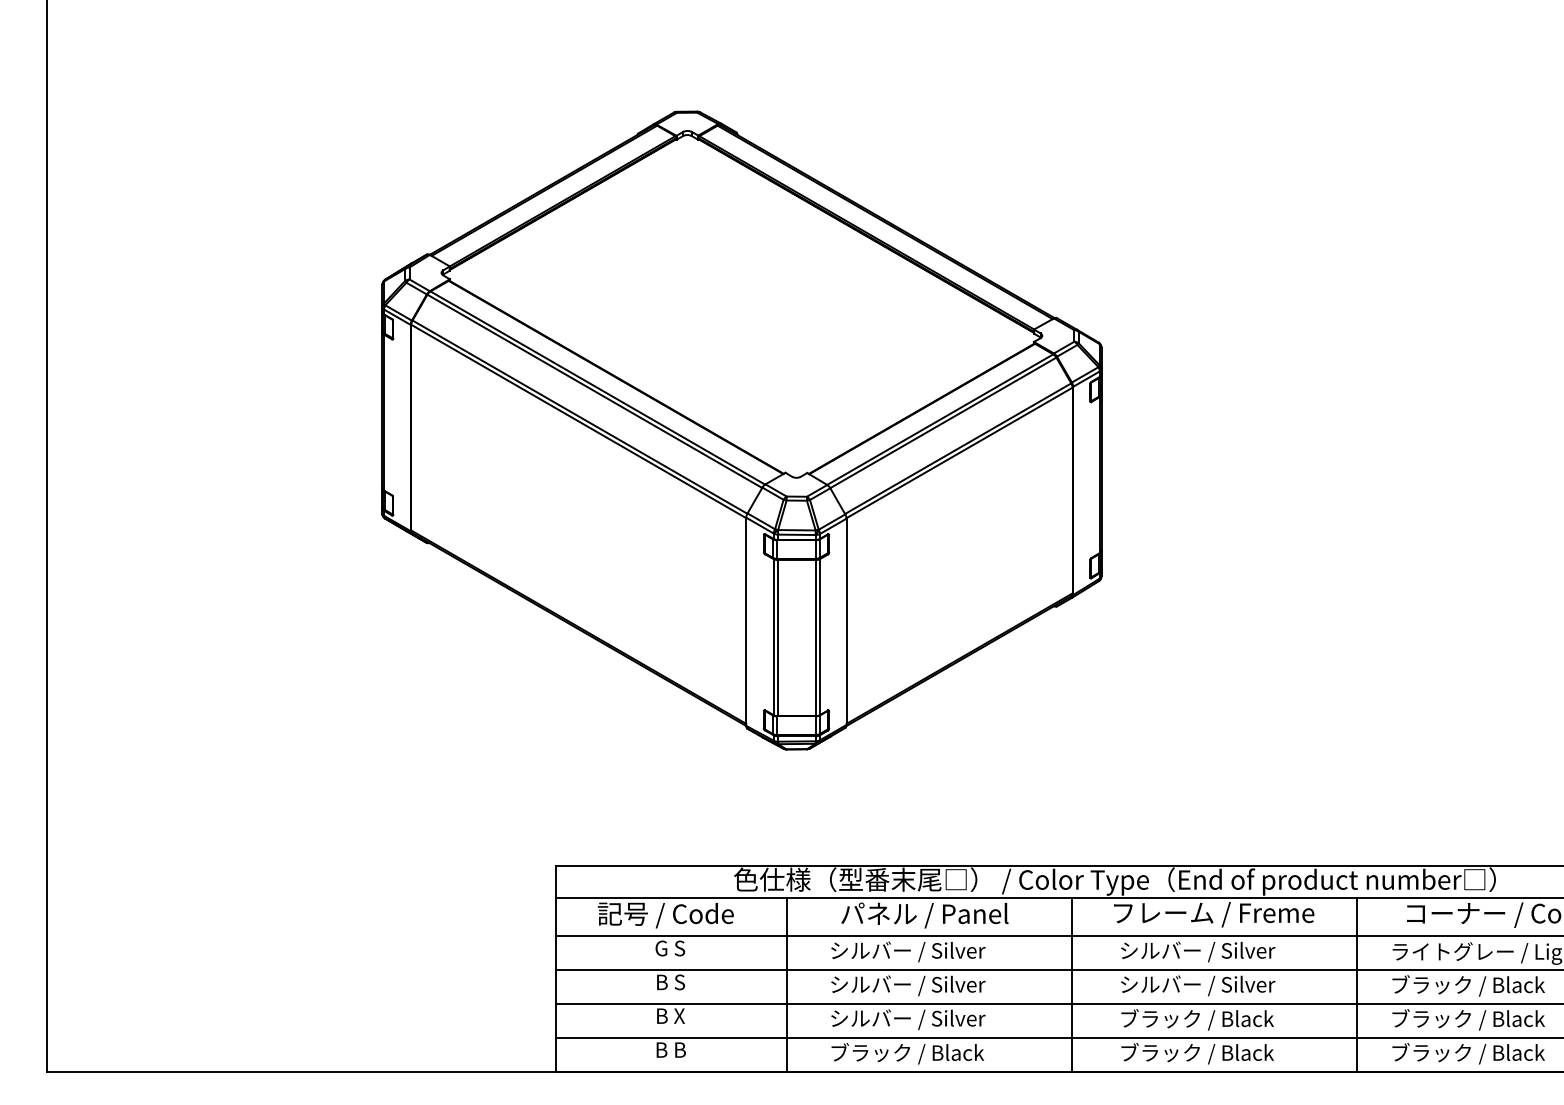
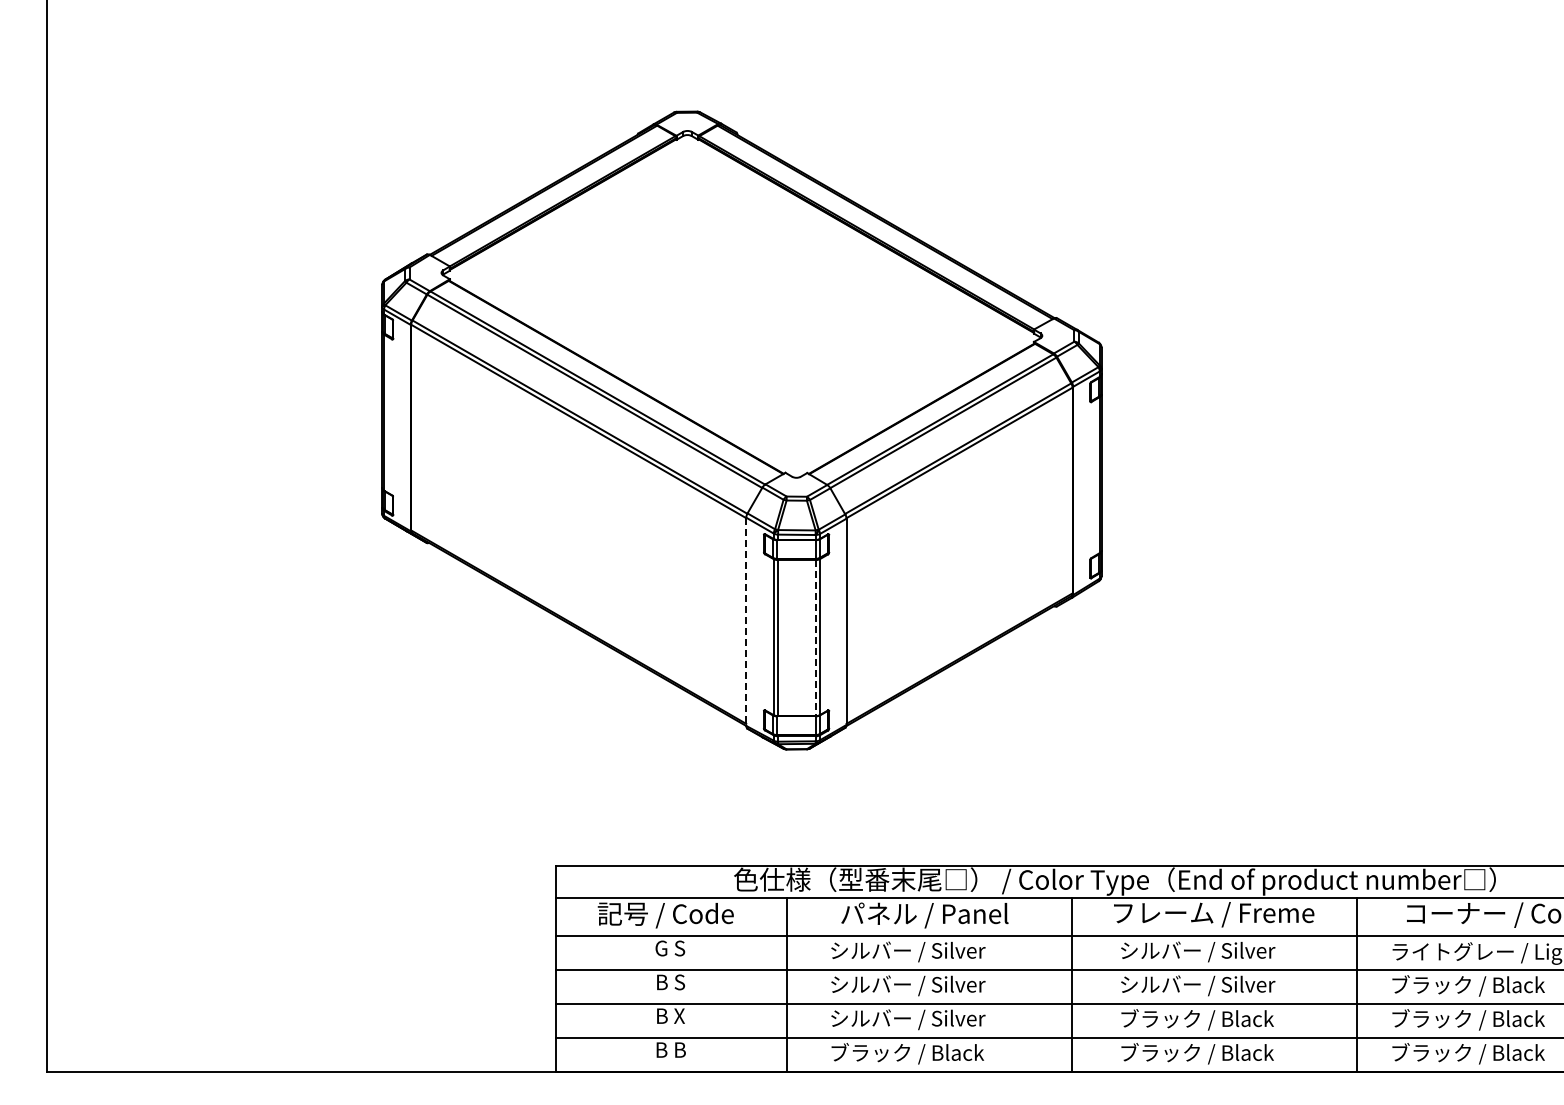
line at (746, 622): solid -> dashed
line at (815, 638): solid -> dashed
